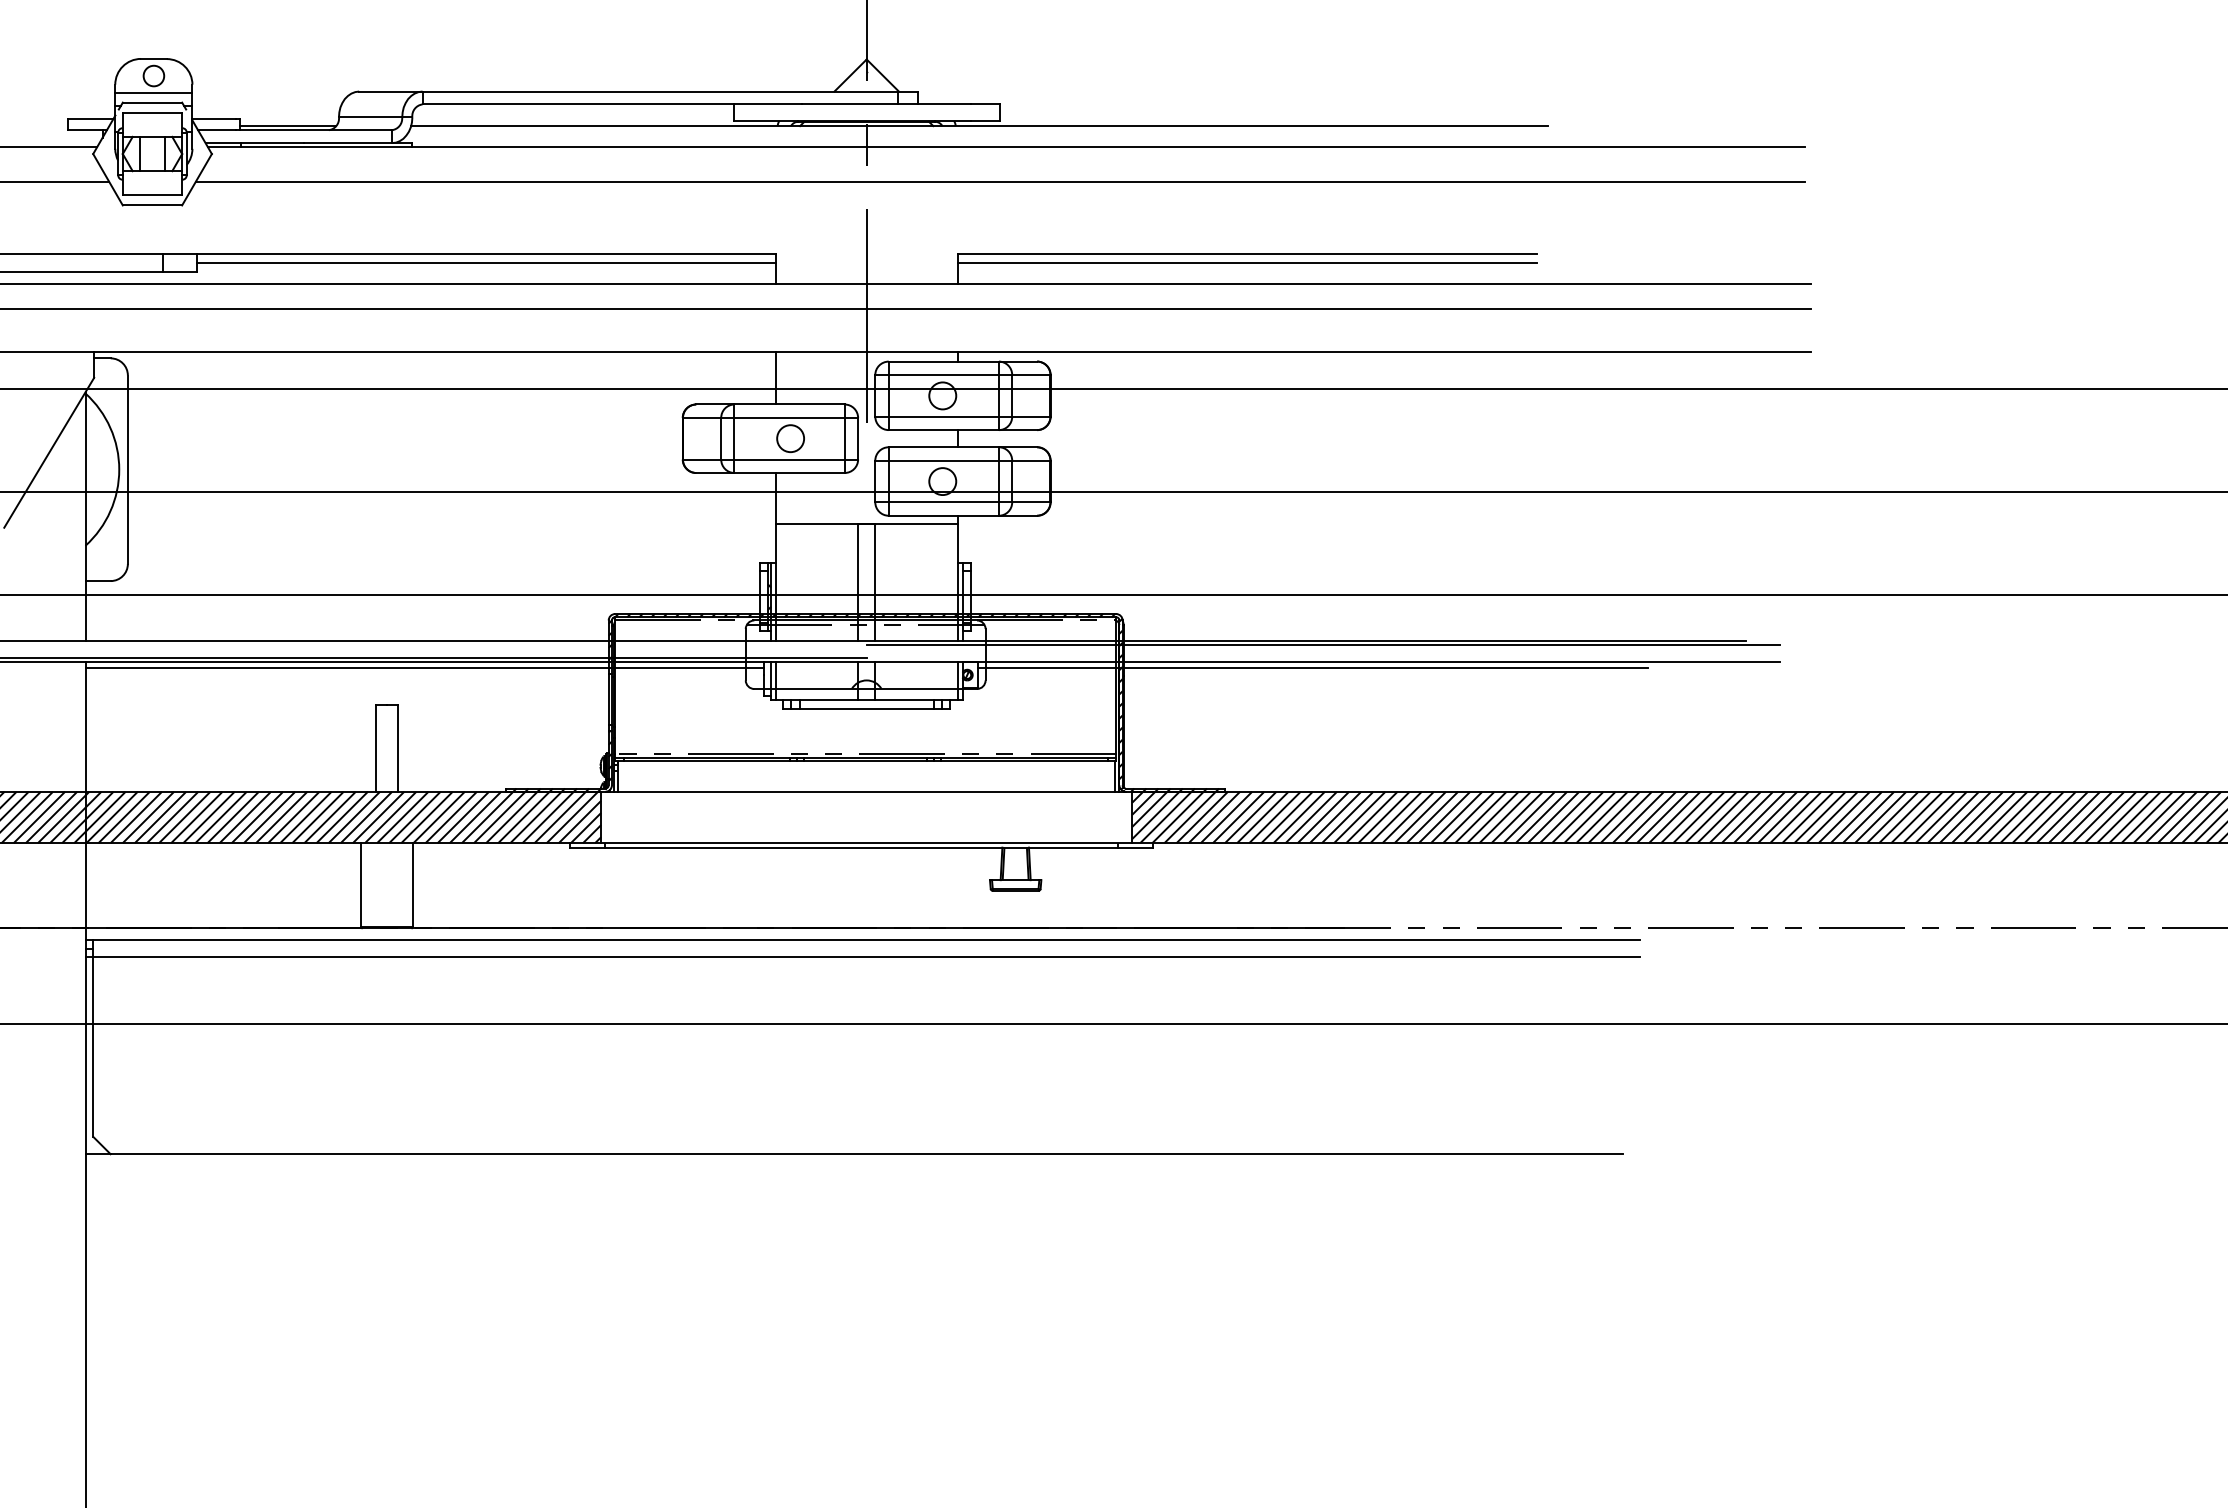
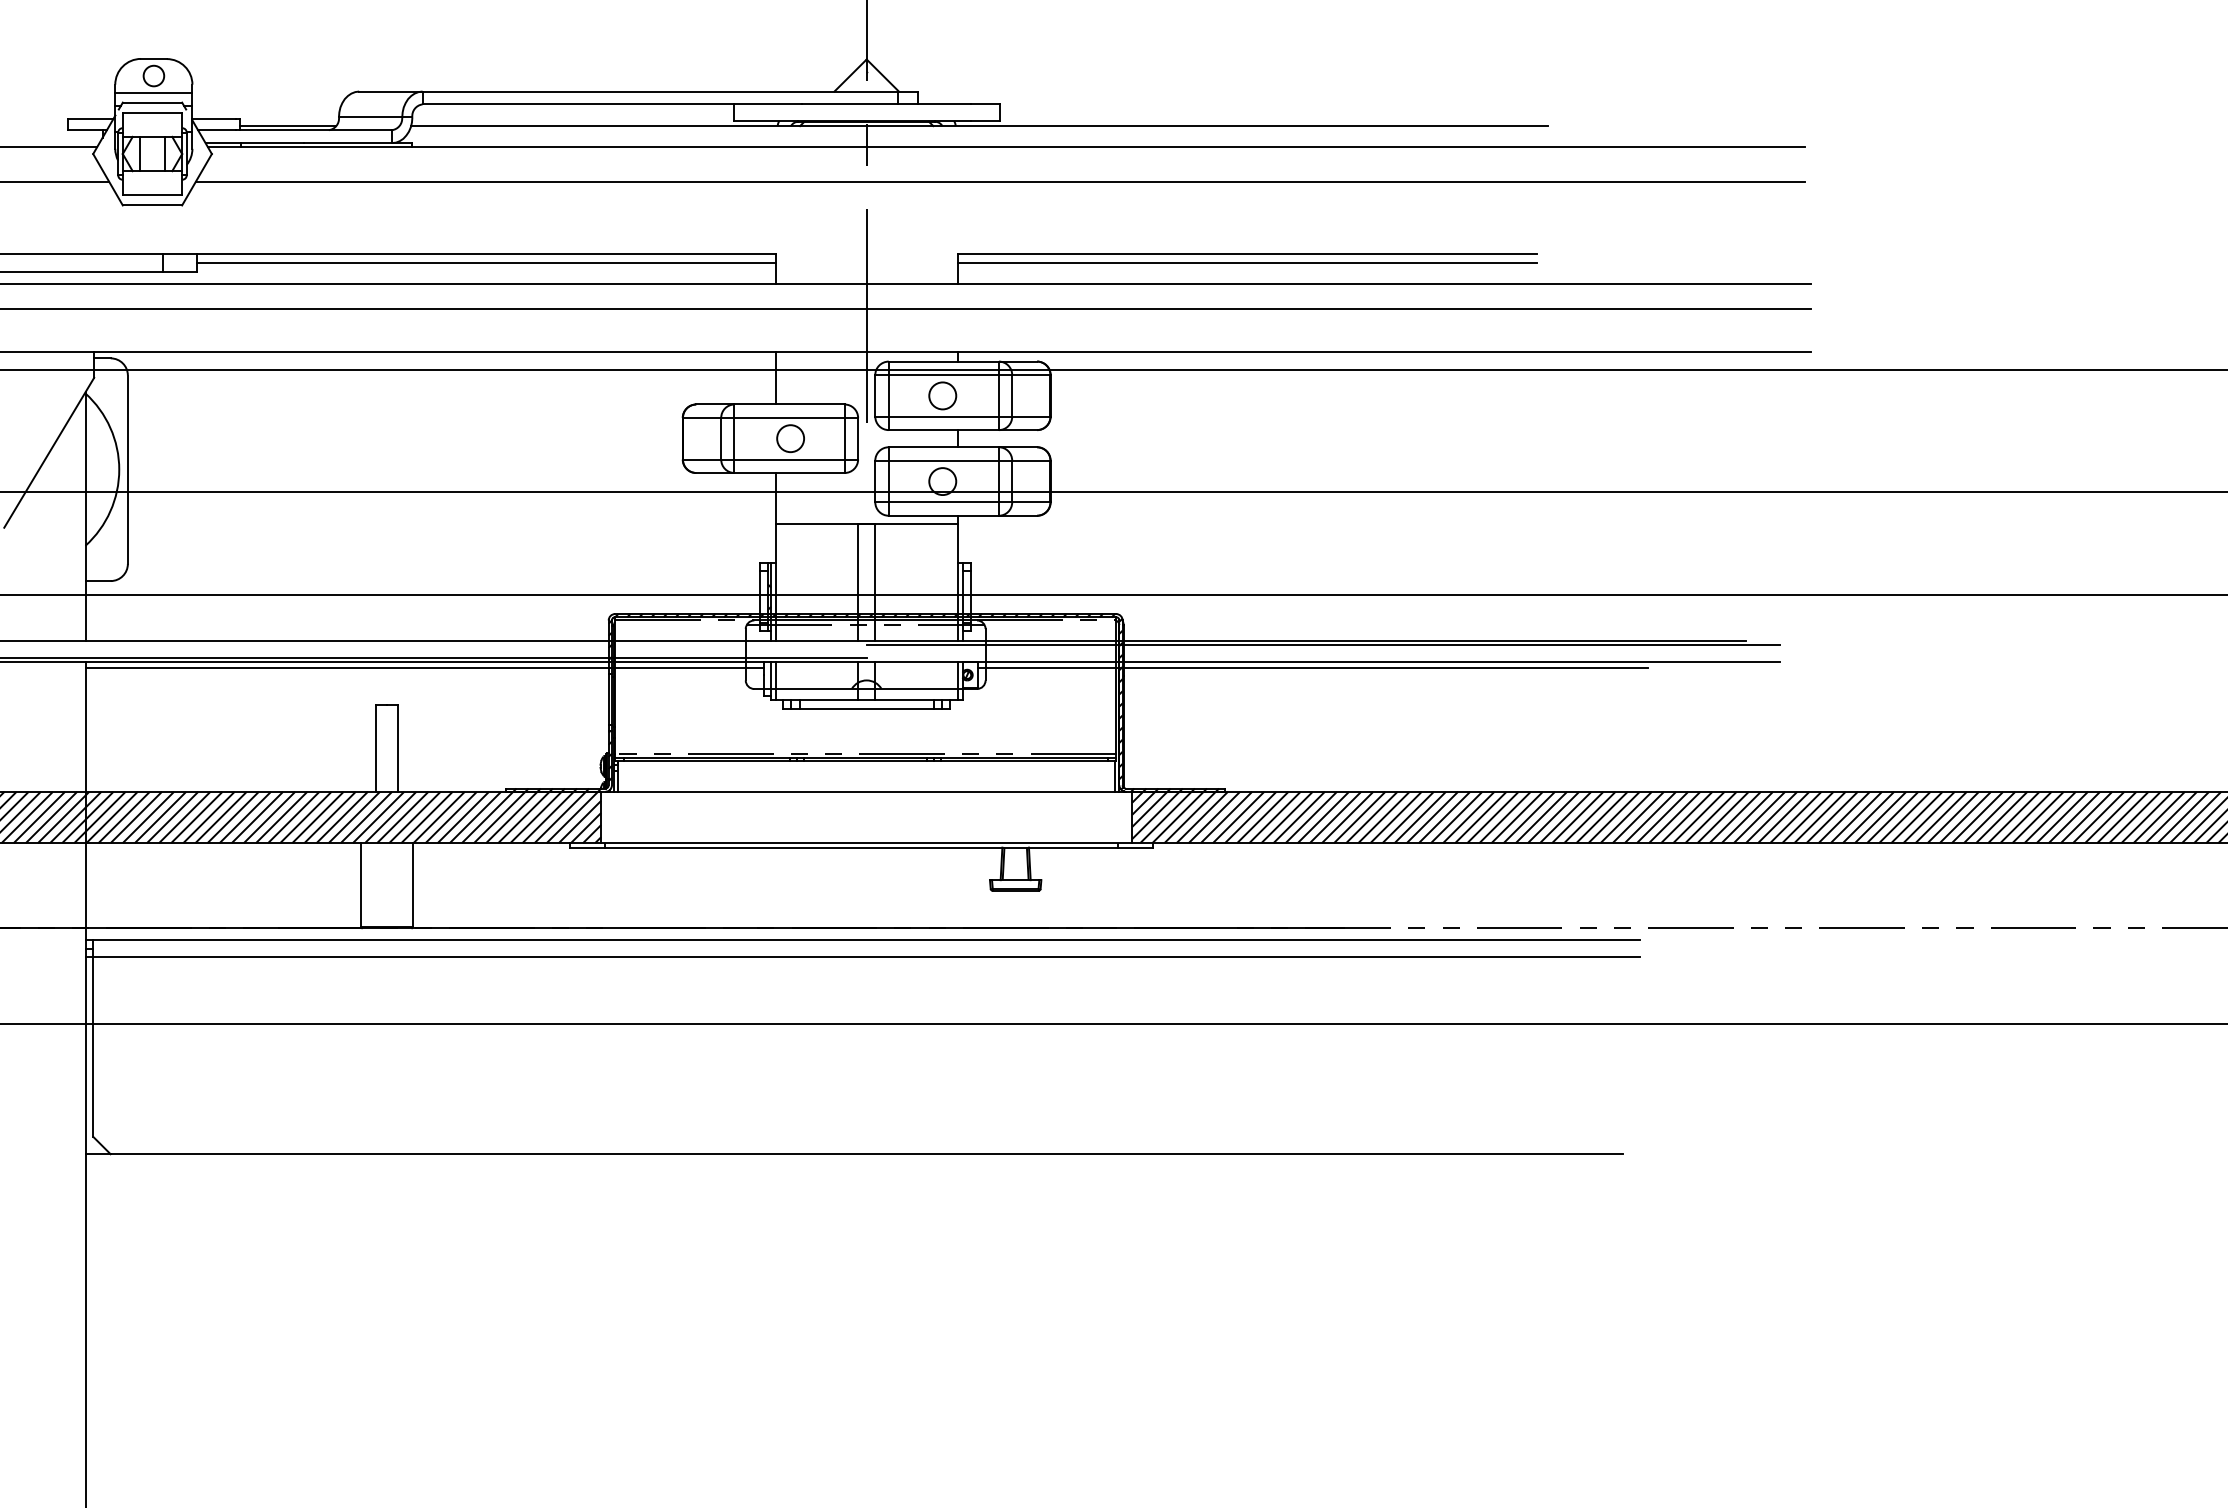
line at (1113, 389) position: (1113, 389) -> (1113, 370)
